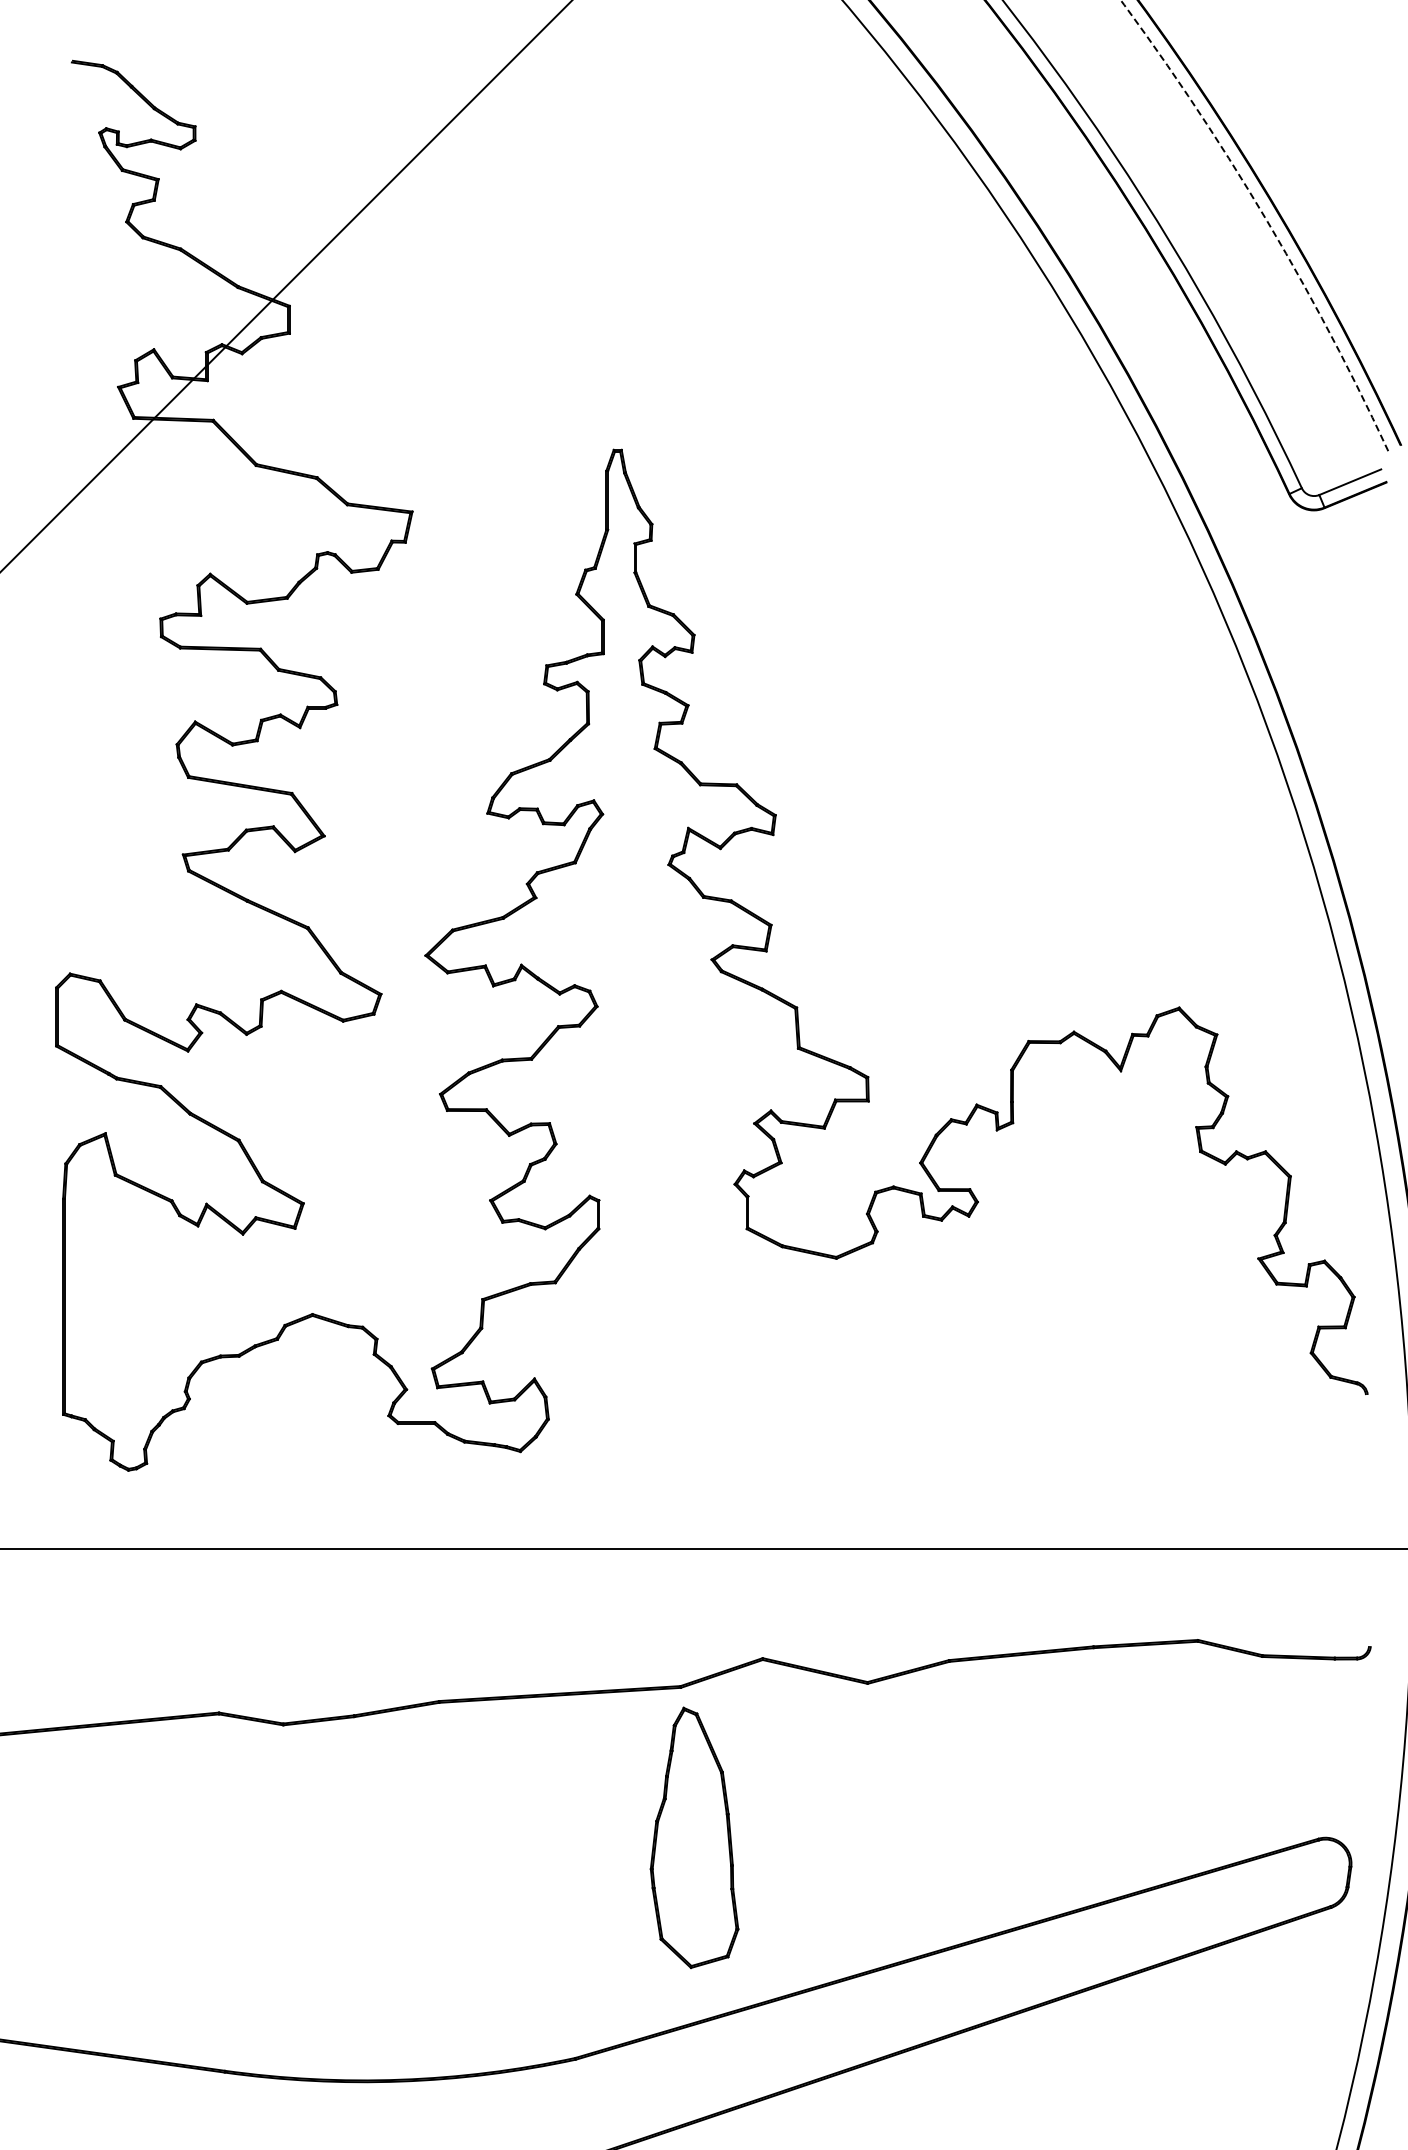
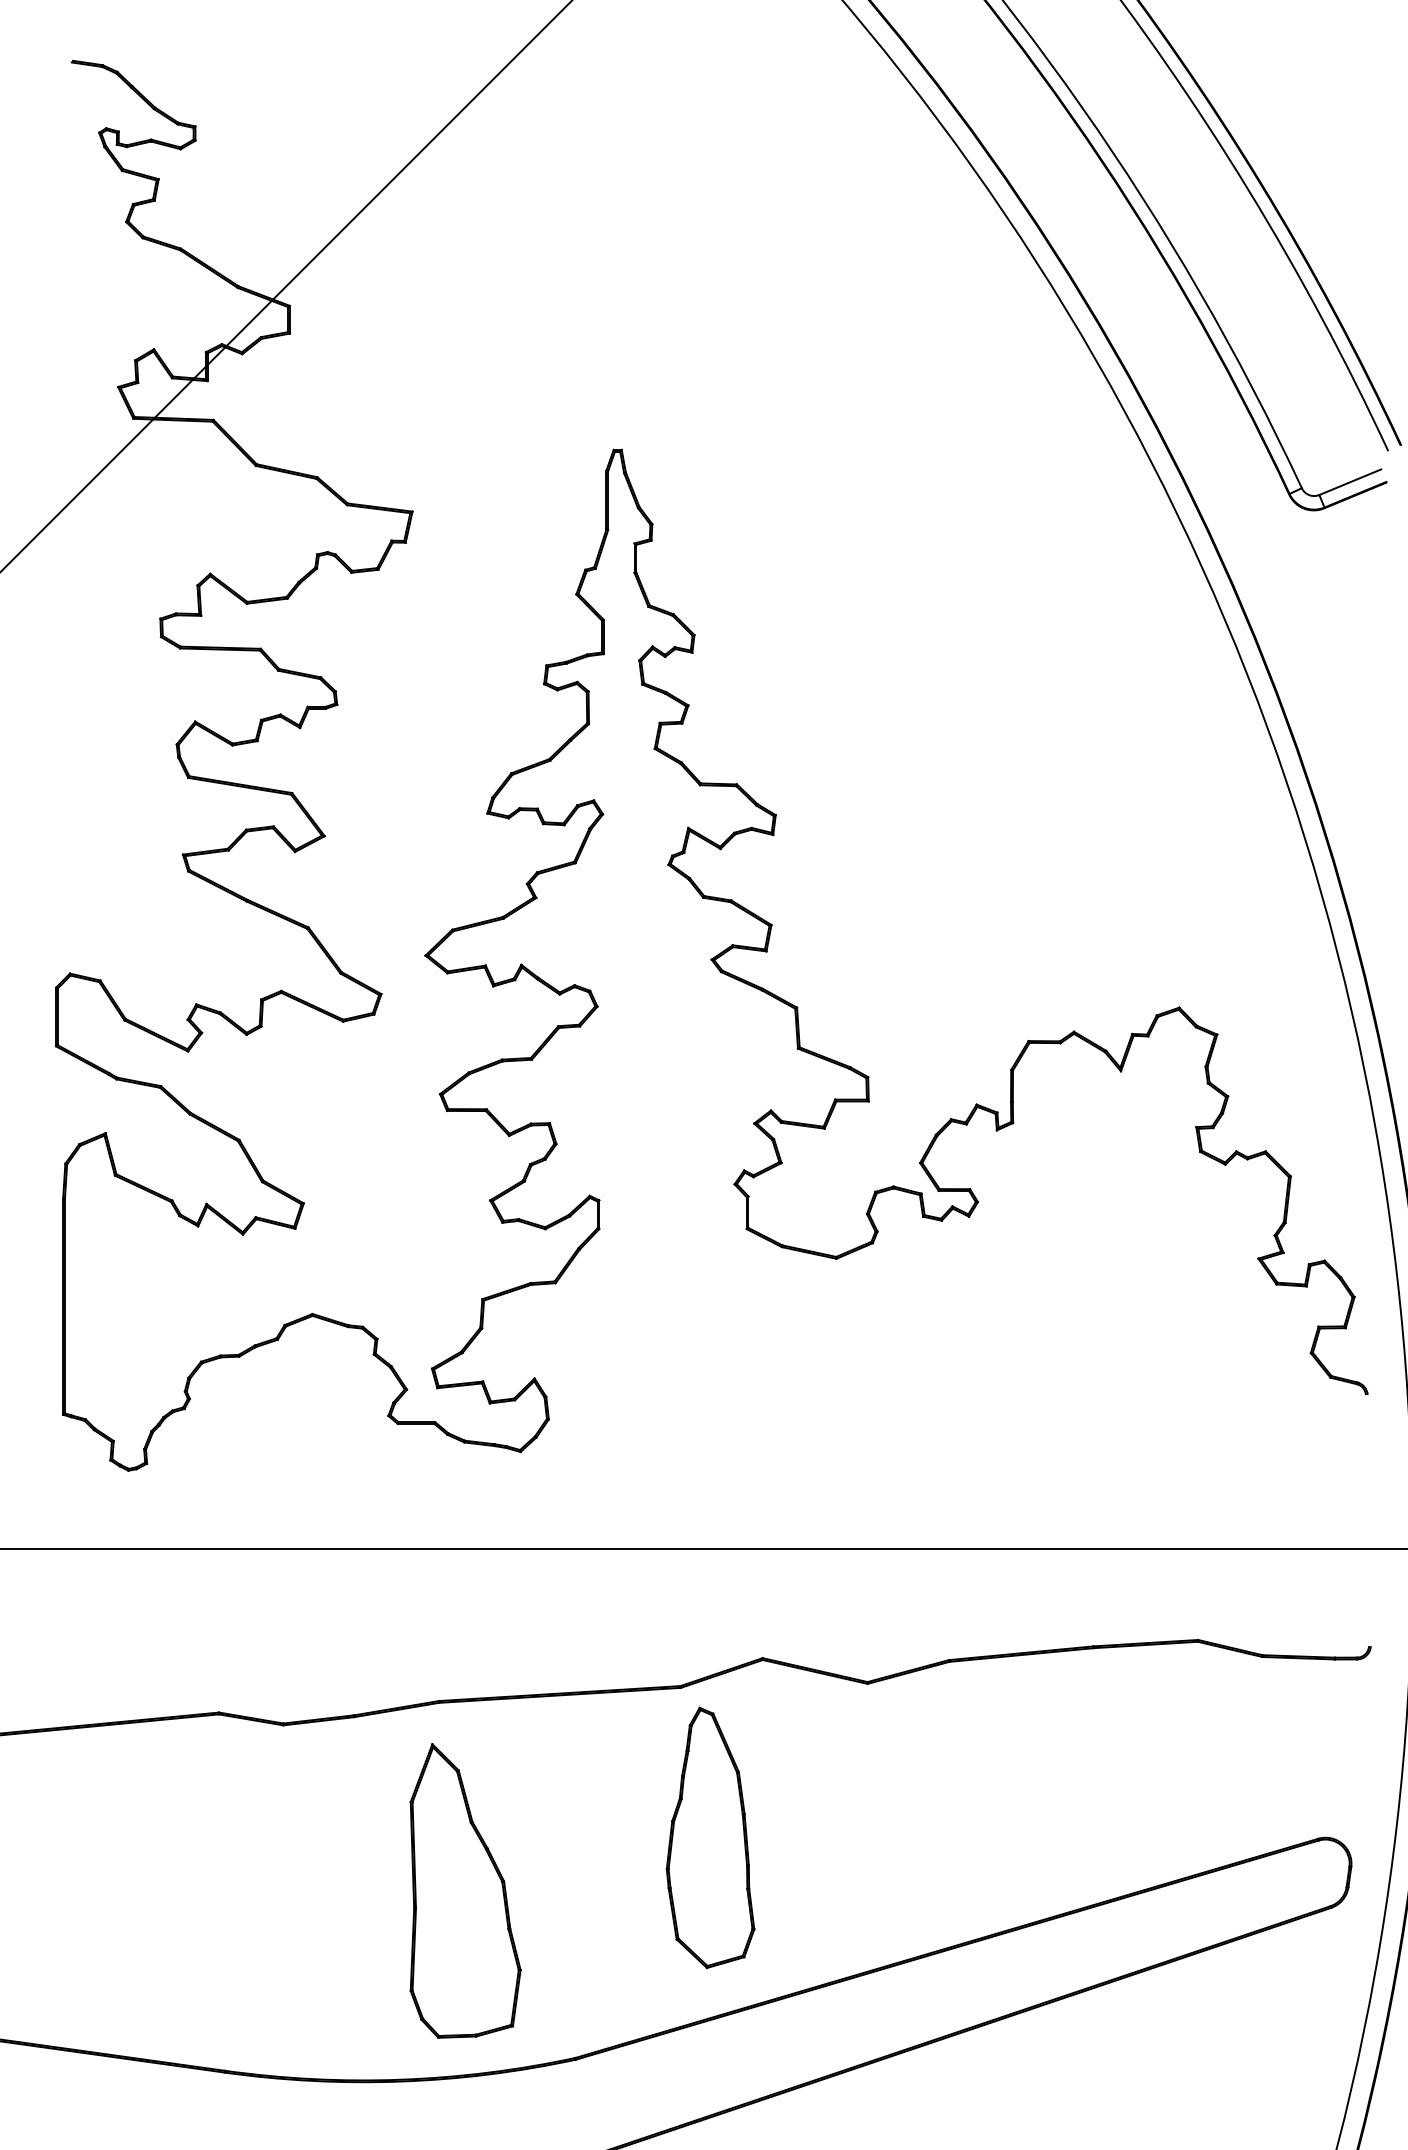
arc at (1265, 218): dashed -> solid
part at (694, 1837) position: (694, 1837) -> (710, 1837)
part at (465, 1890): none -> present
